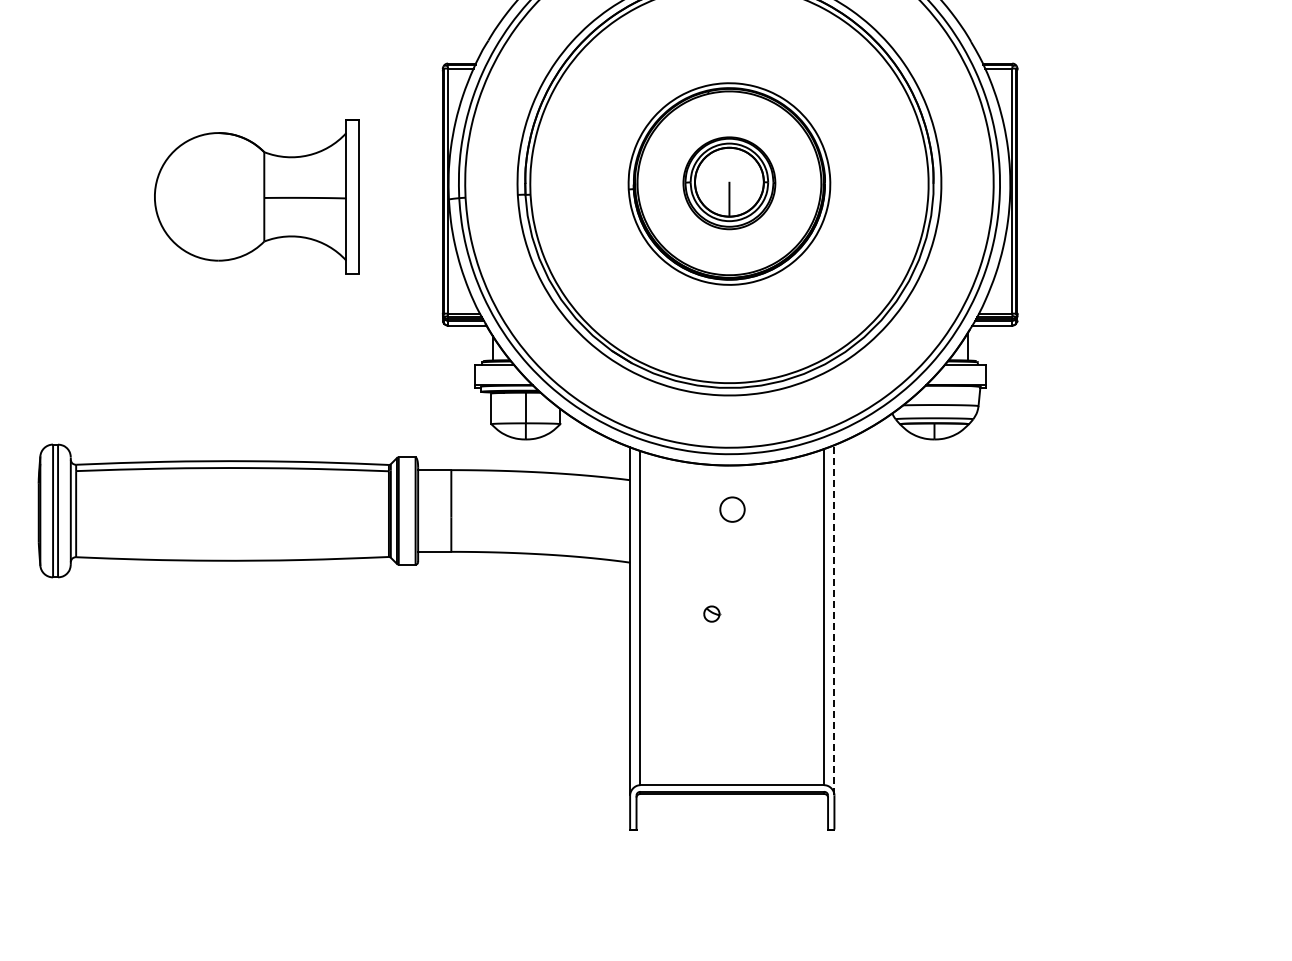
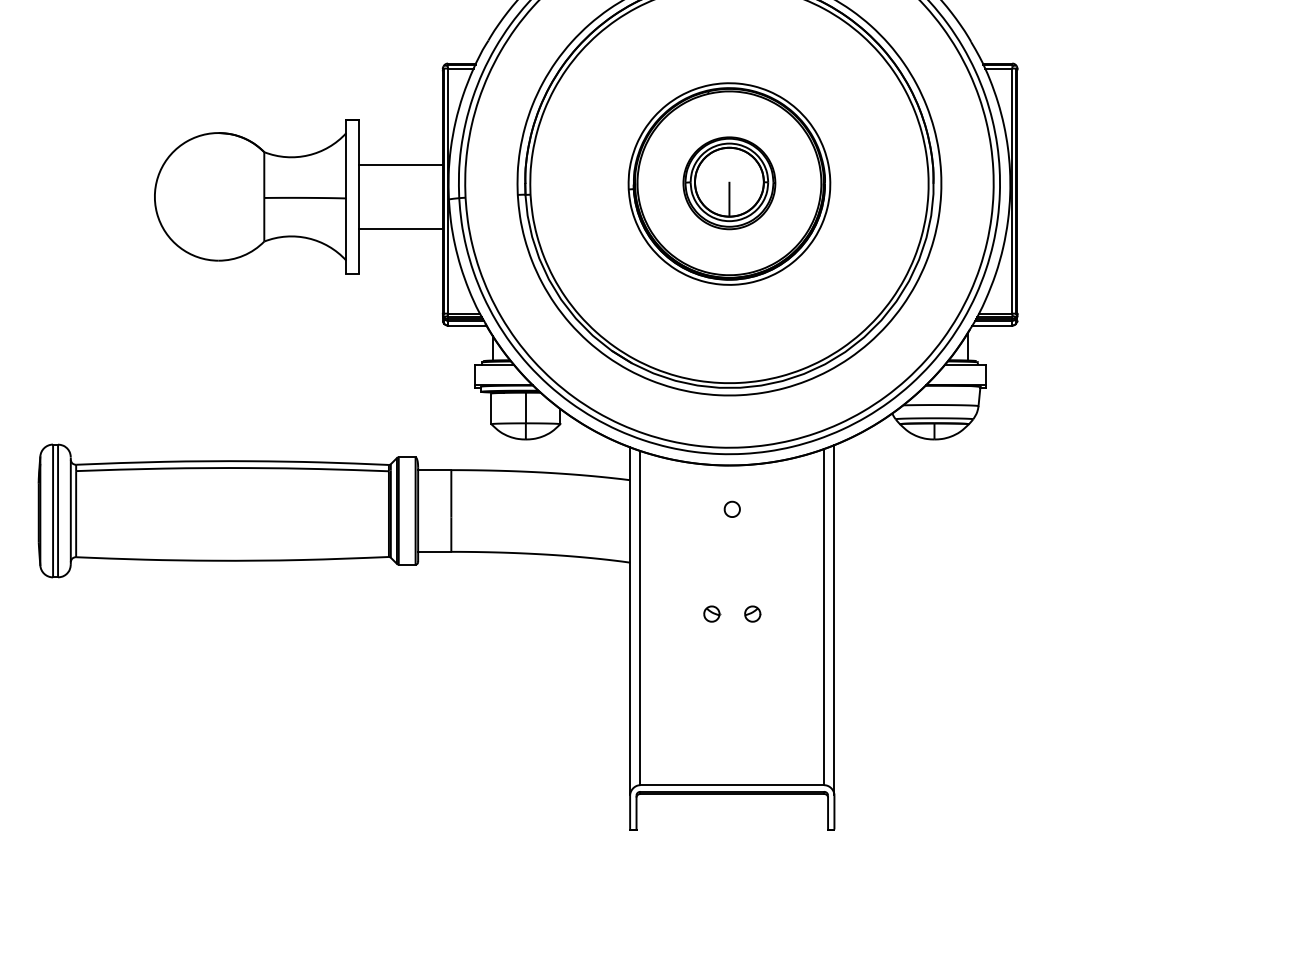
line at (400, 164): none -> present
line at (400, 228): none -> present
part at (732, 509) size: 27x27 px -> 18x18 px
part at (752, 613): none -> present
line at (834, 619): dashed -> solid
